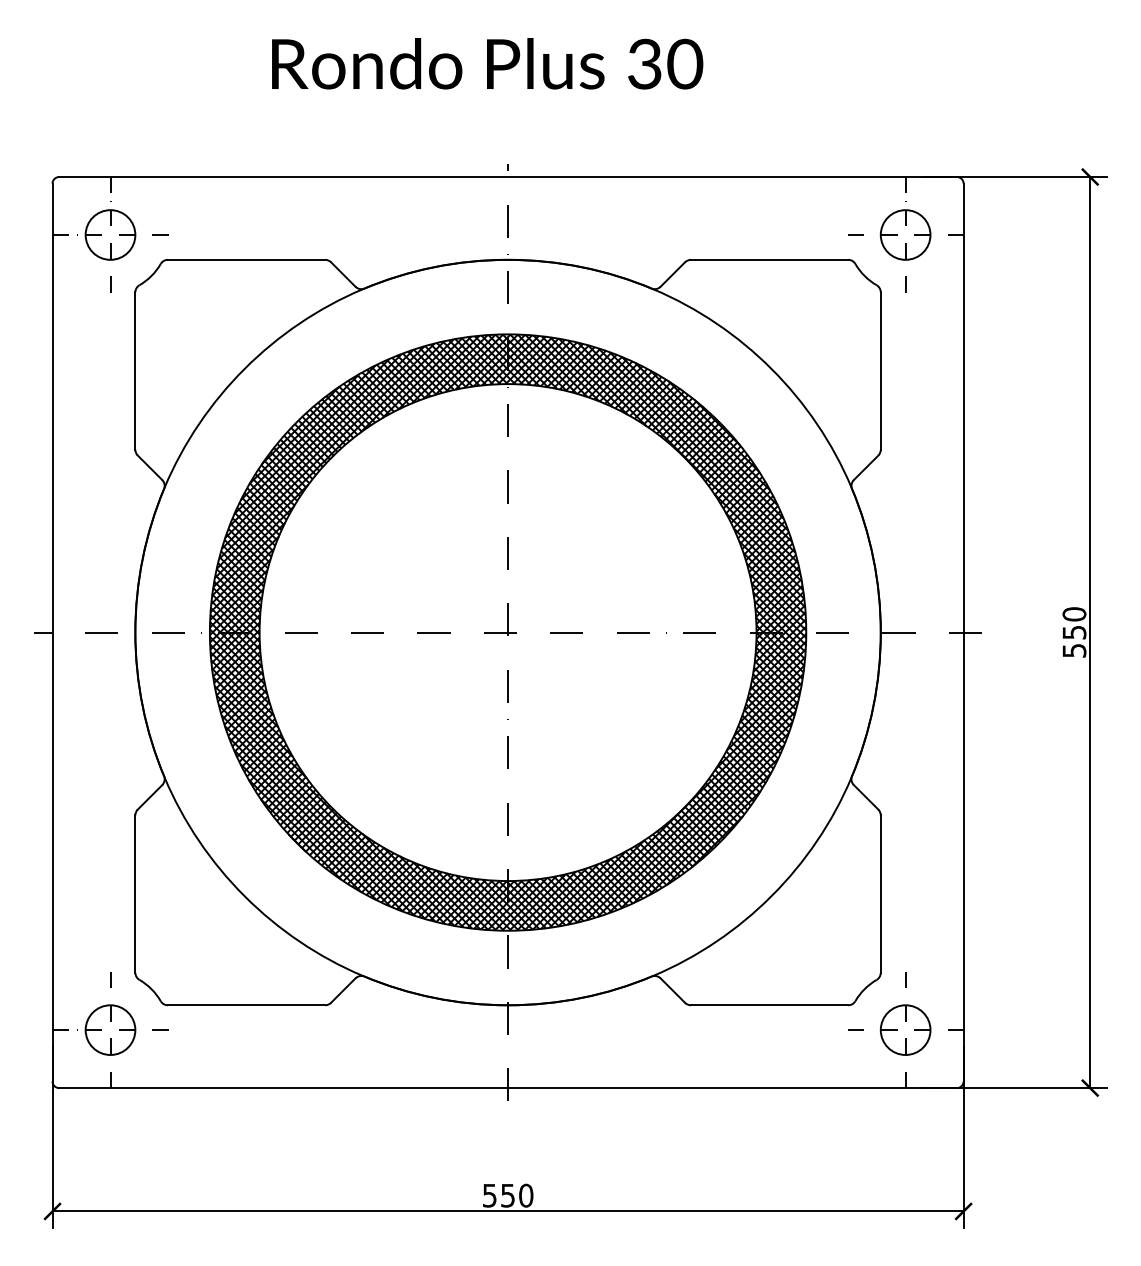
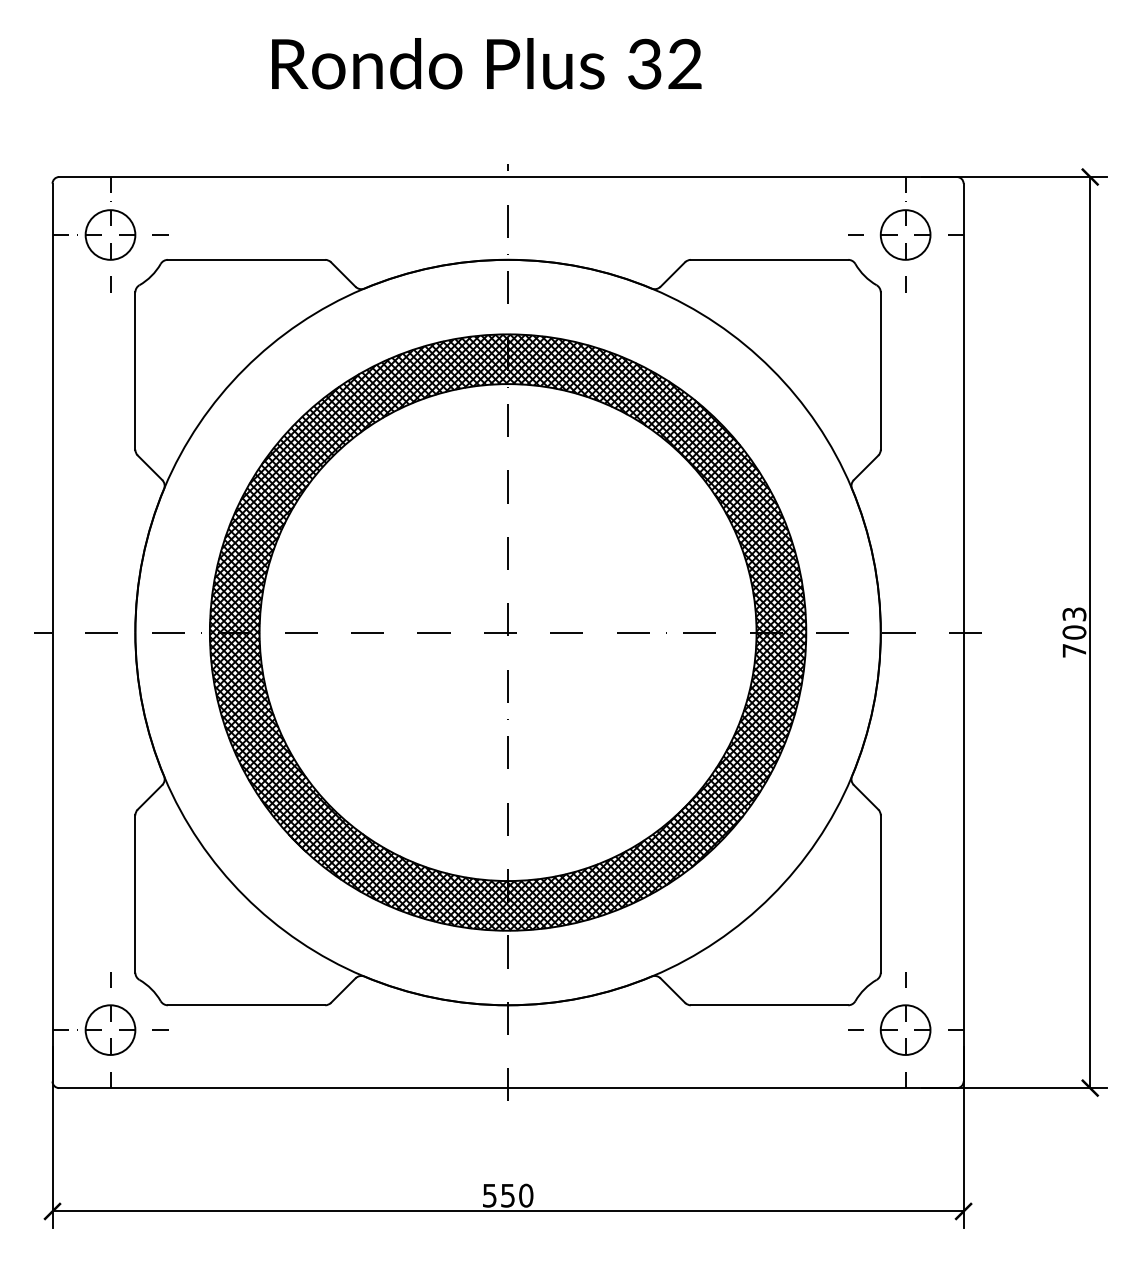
text at (685, 64): 30 -> 32
text at (1074, 632): 550 -> 703
